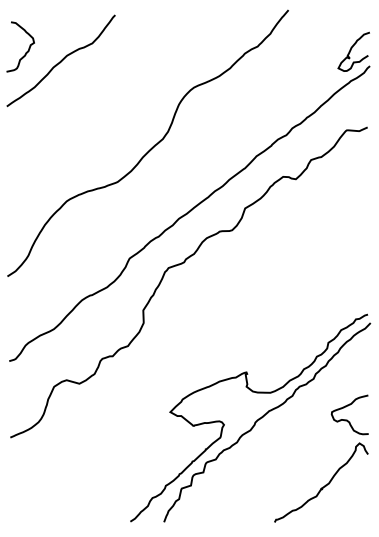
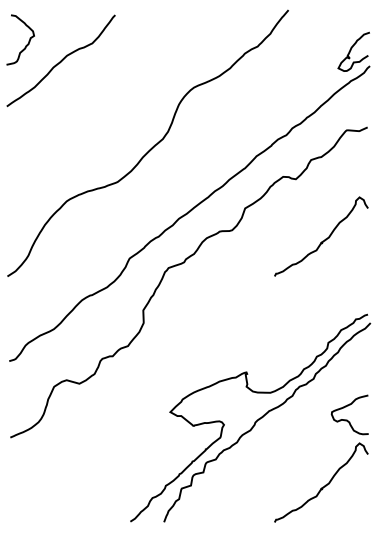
curve at (26, 51) position: (26, 51) -> (26, 44)
curve at (322, 240): none -> present
